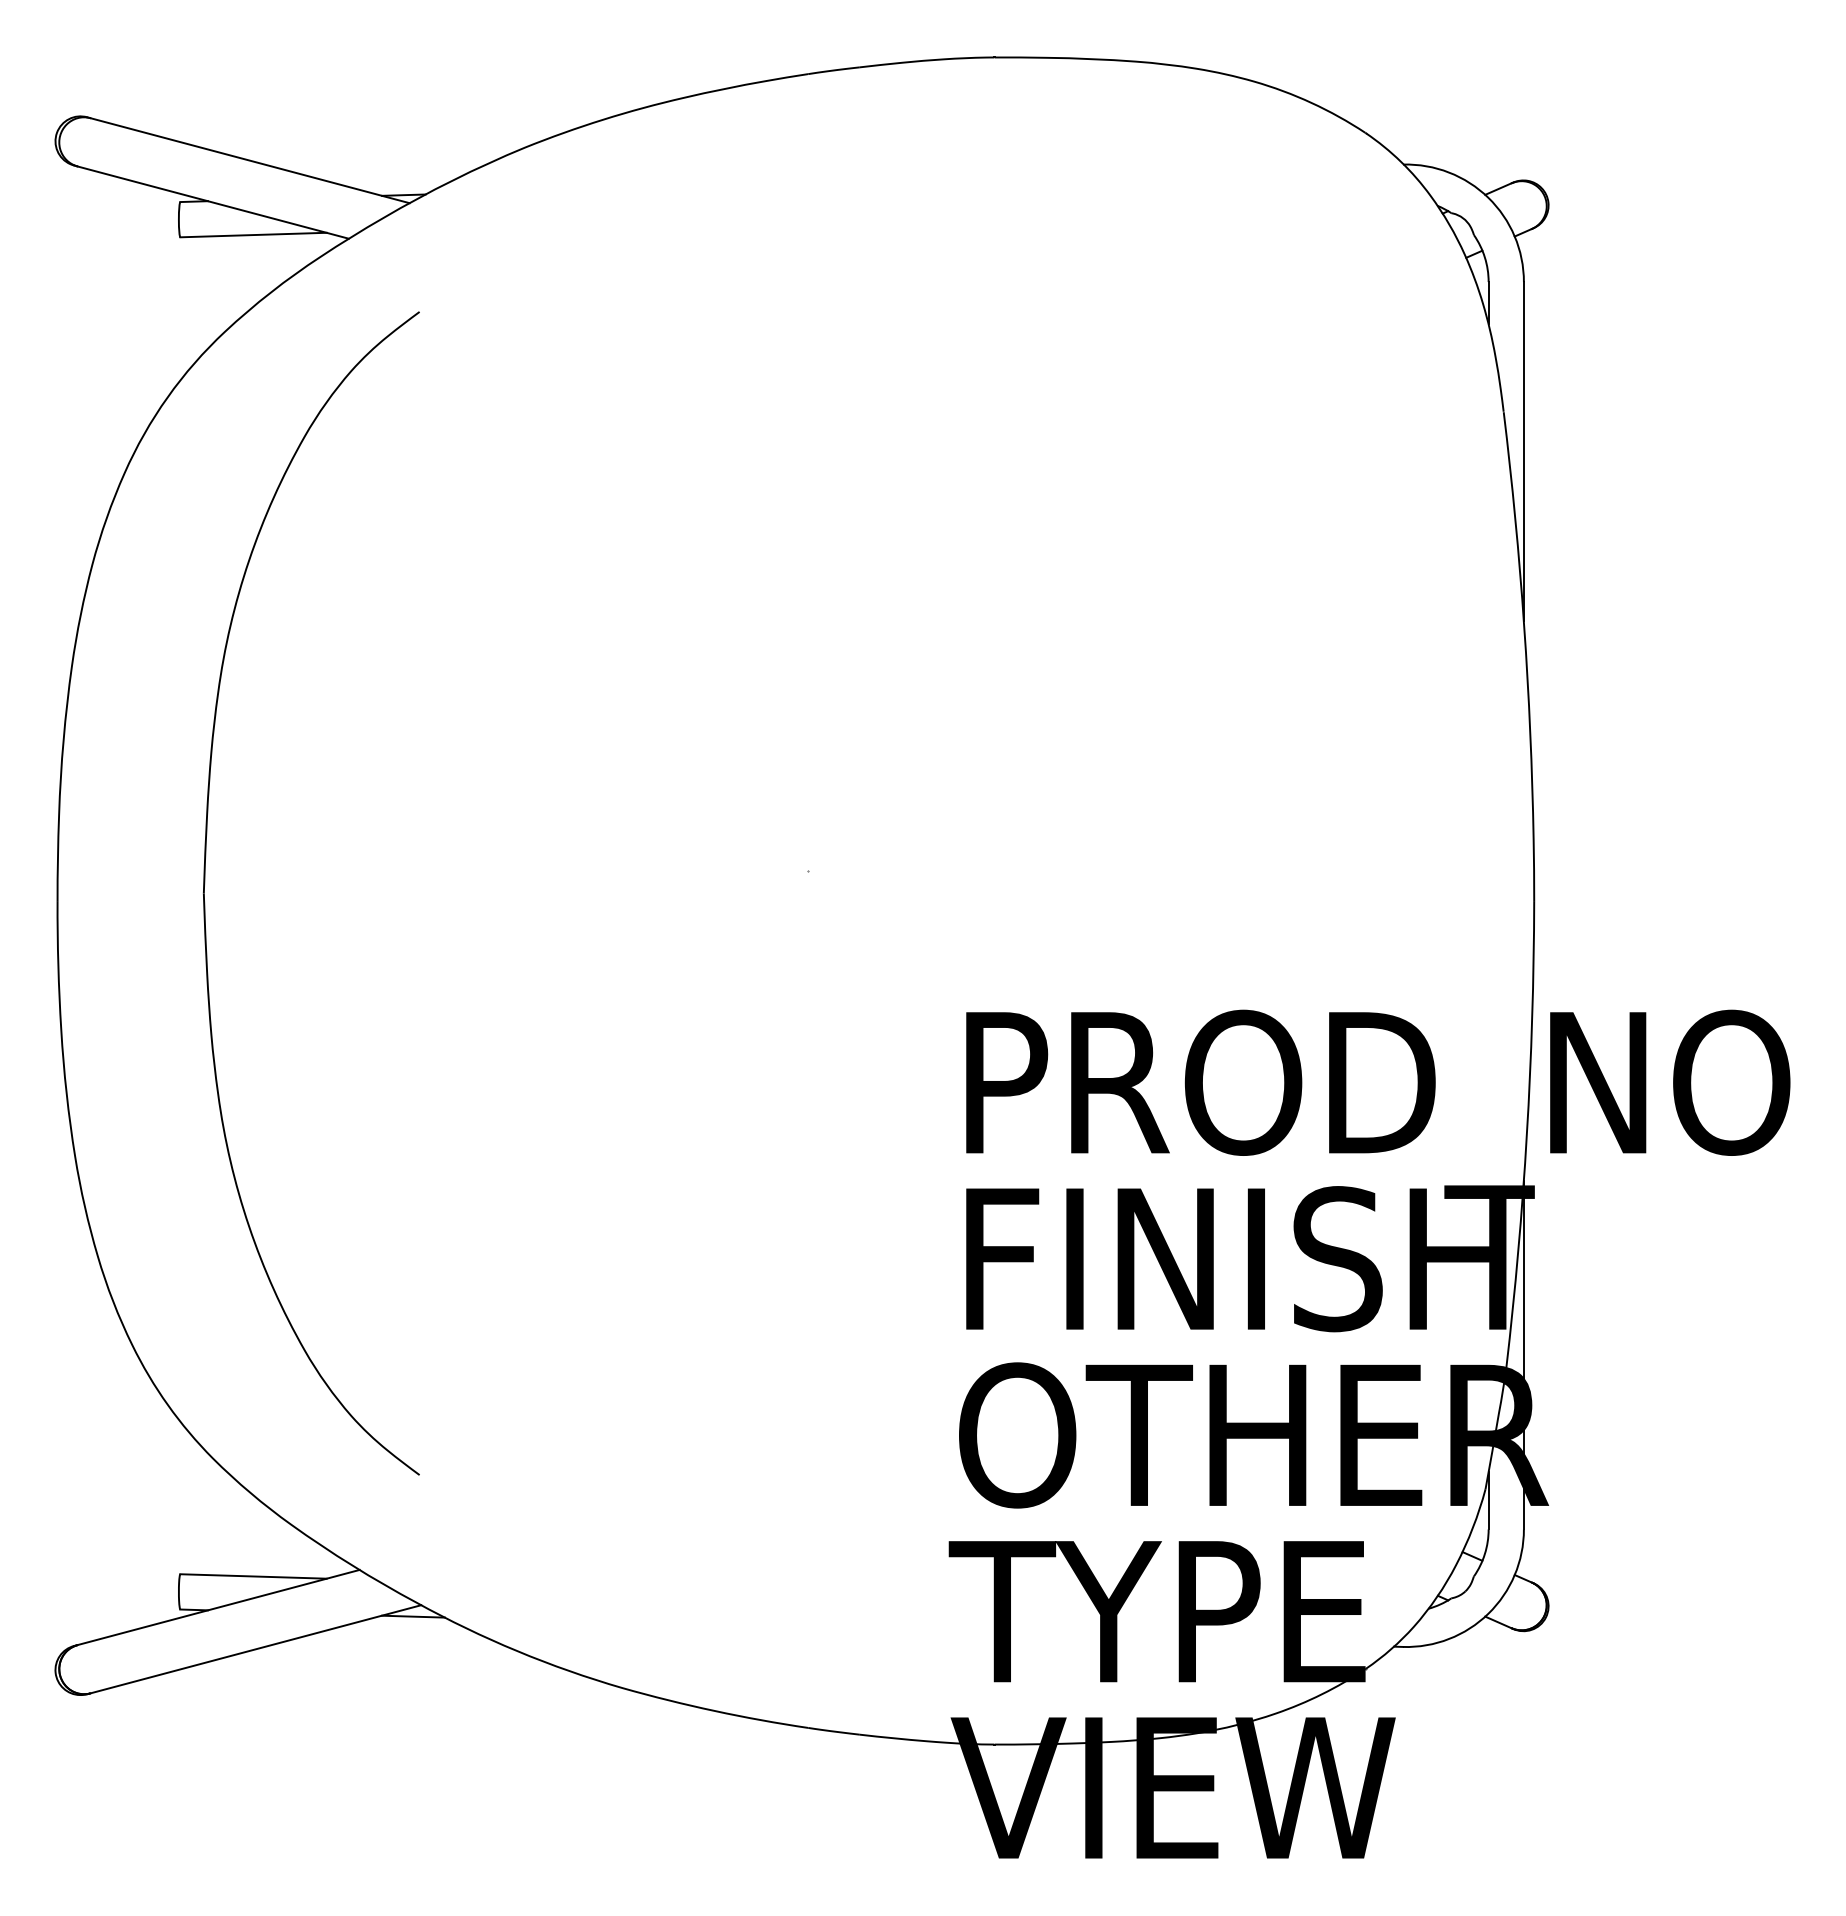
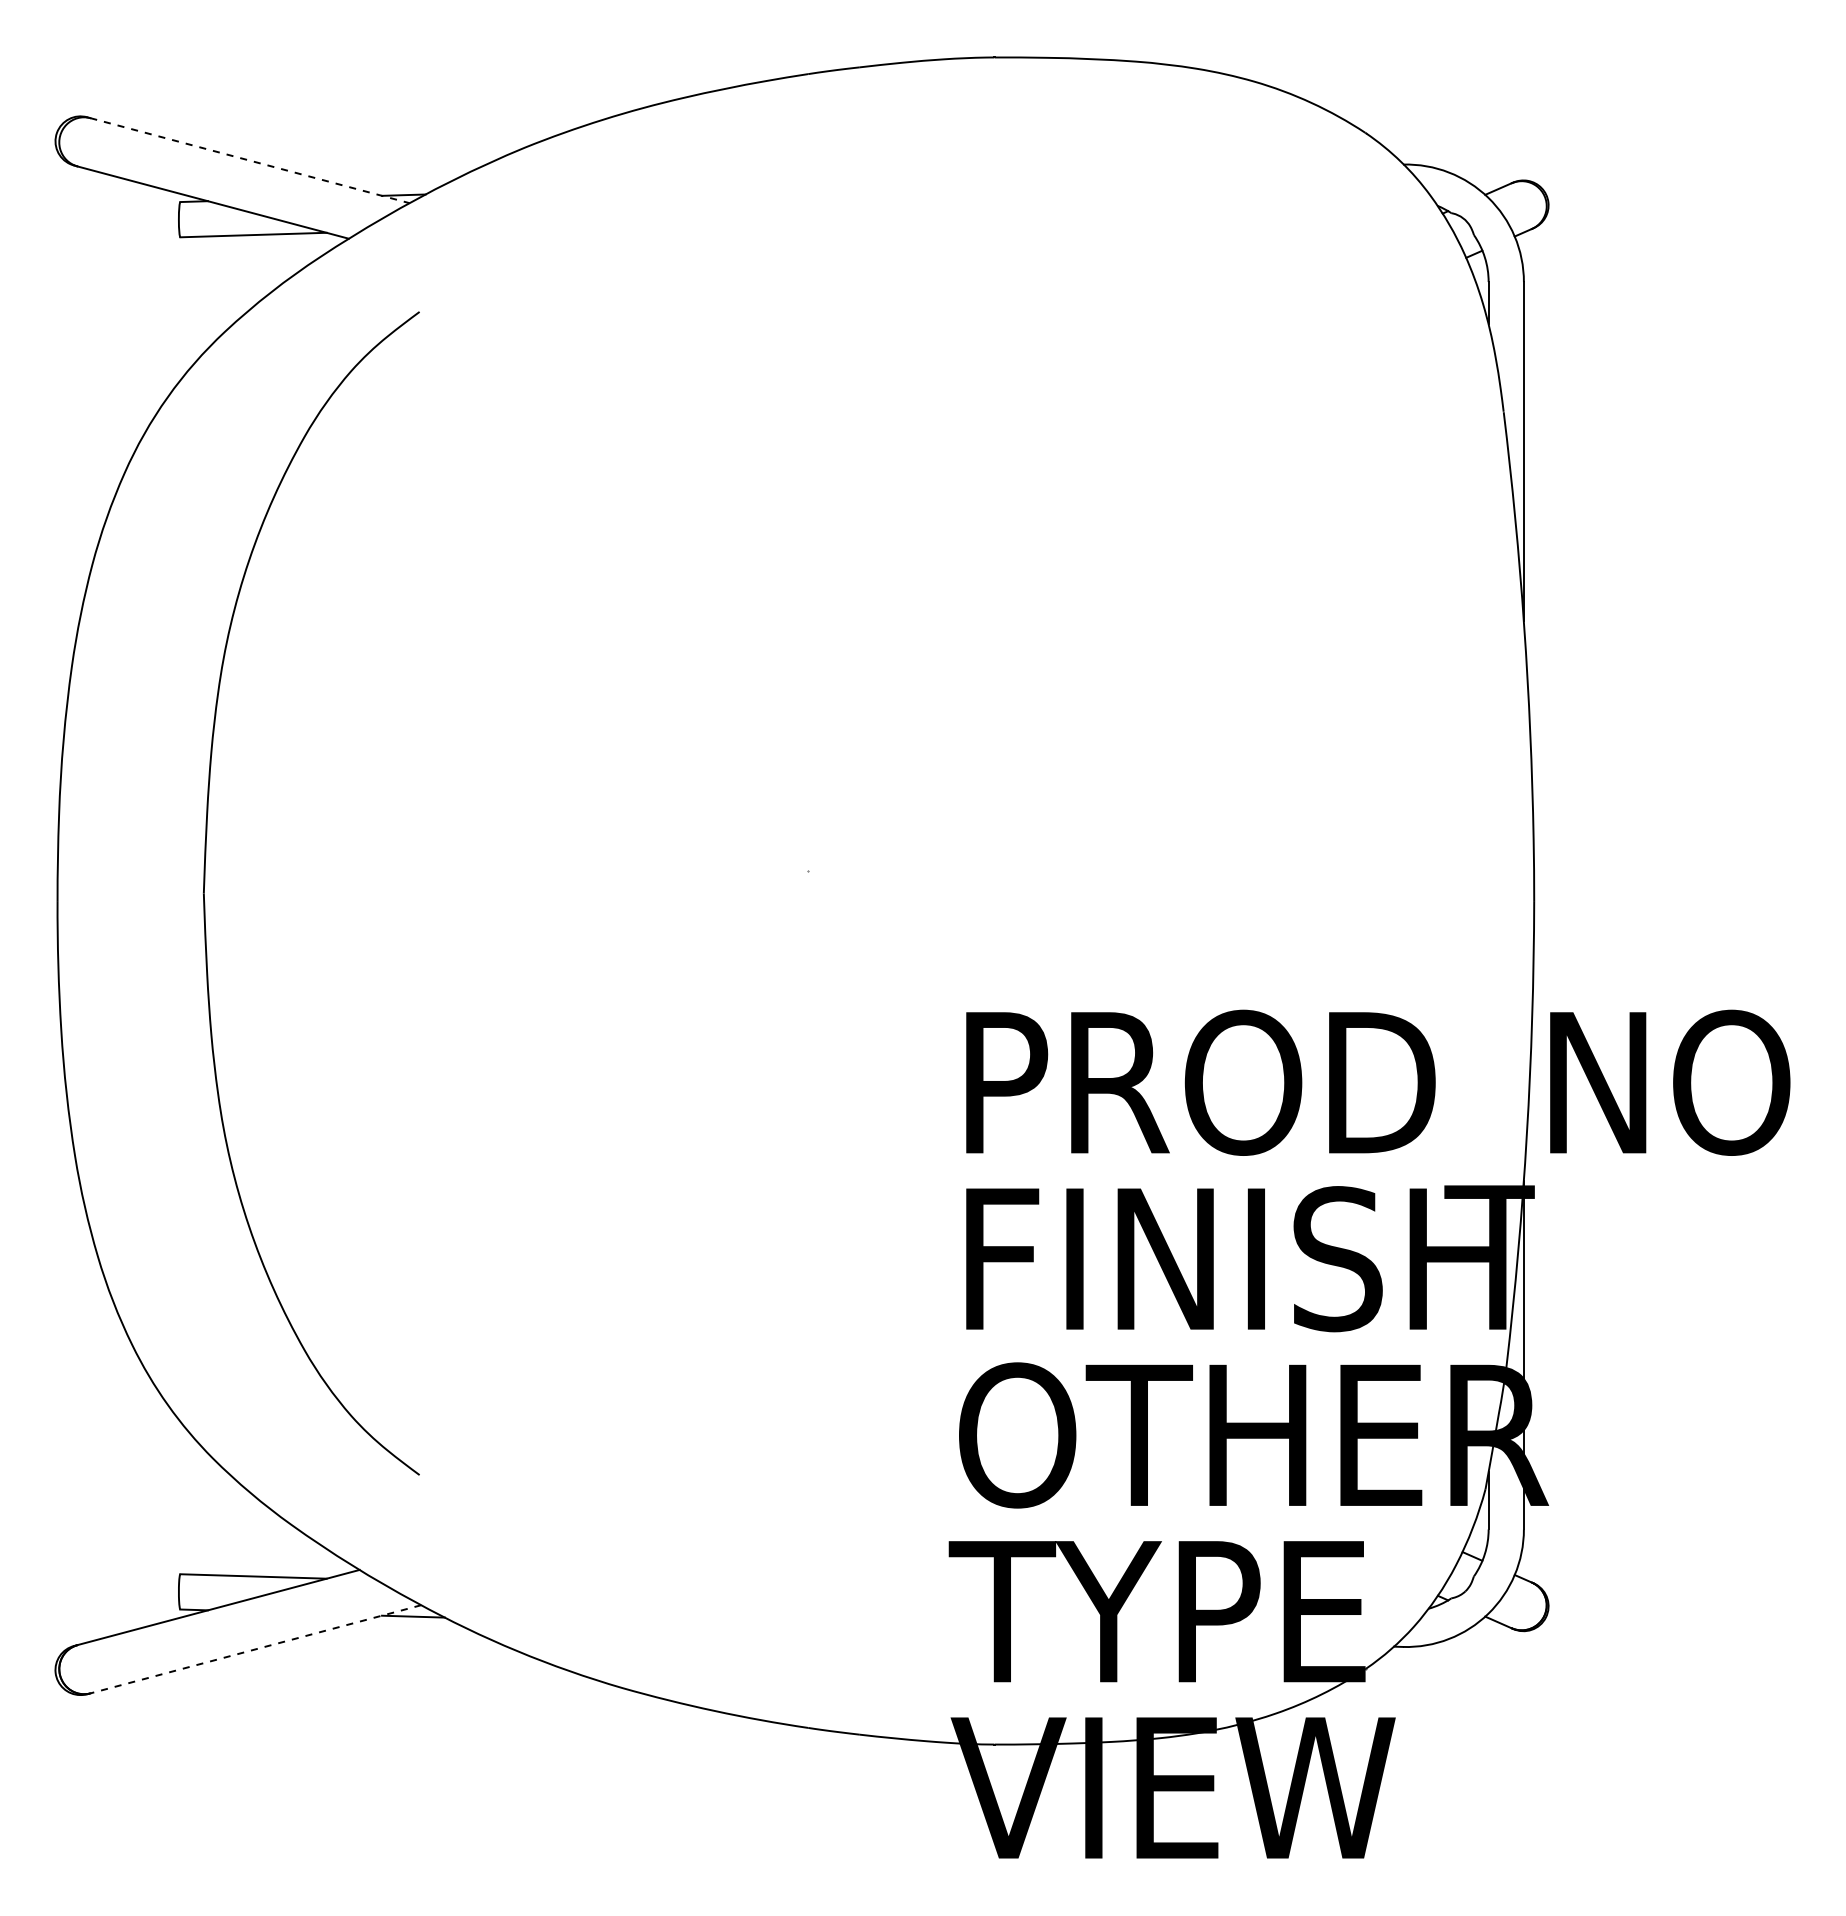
line at (250, 160): solid -> dashed
line at (255, 1649): solid -> dashed
